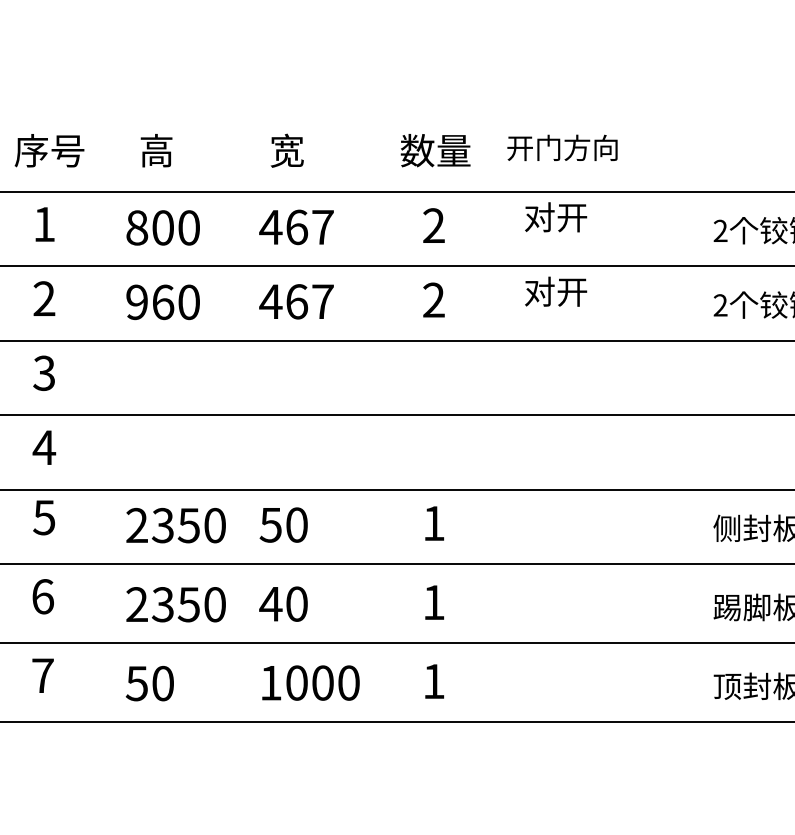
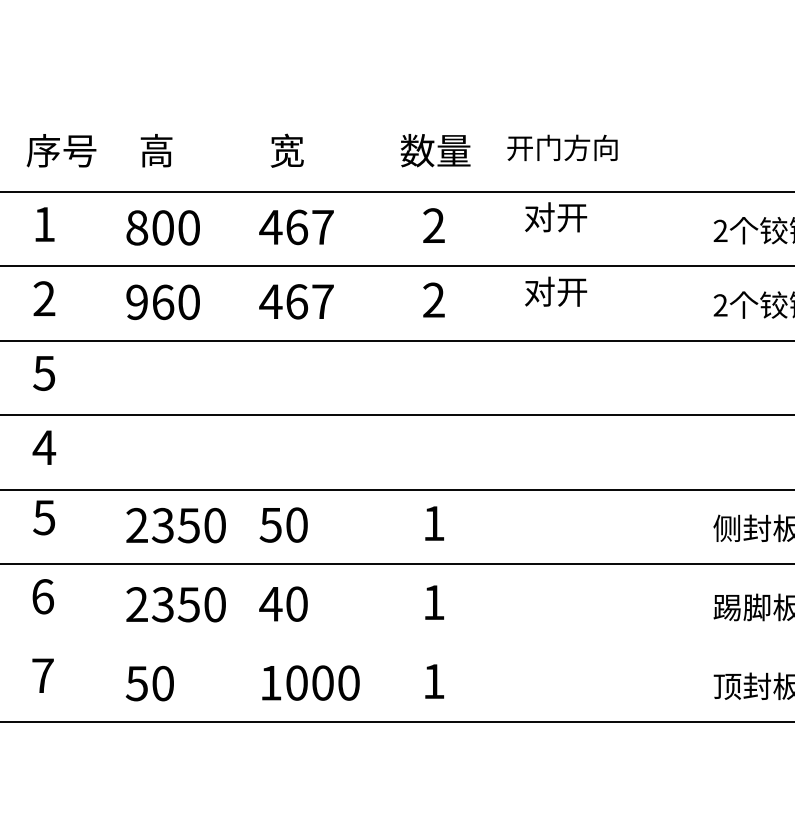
text at (49, 150) position: (49, 150) -> (61, 150)
text at (44, 372): 3 -> 5
line at (396, 643): present -> none
